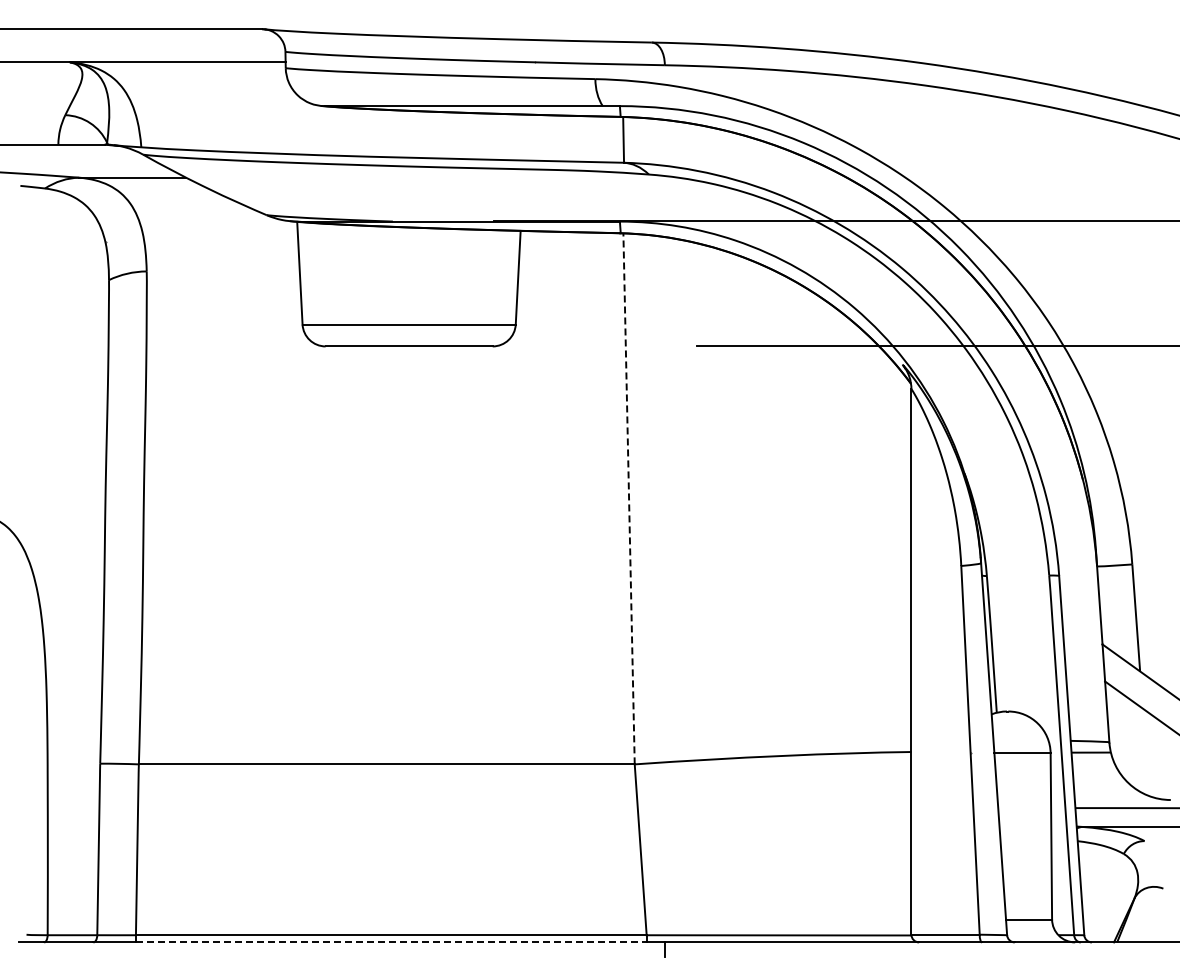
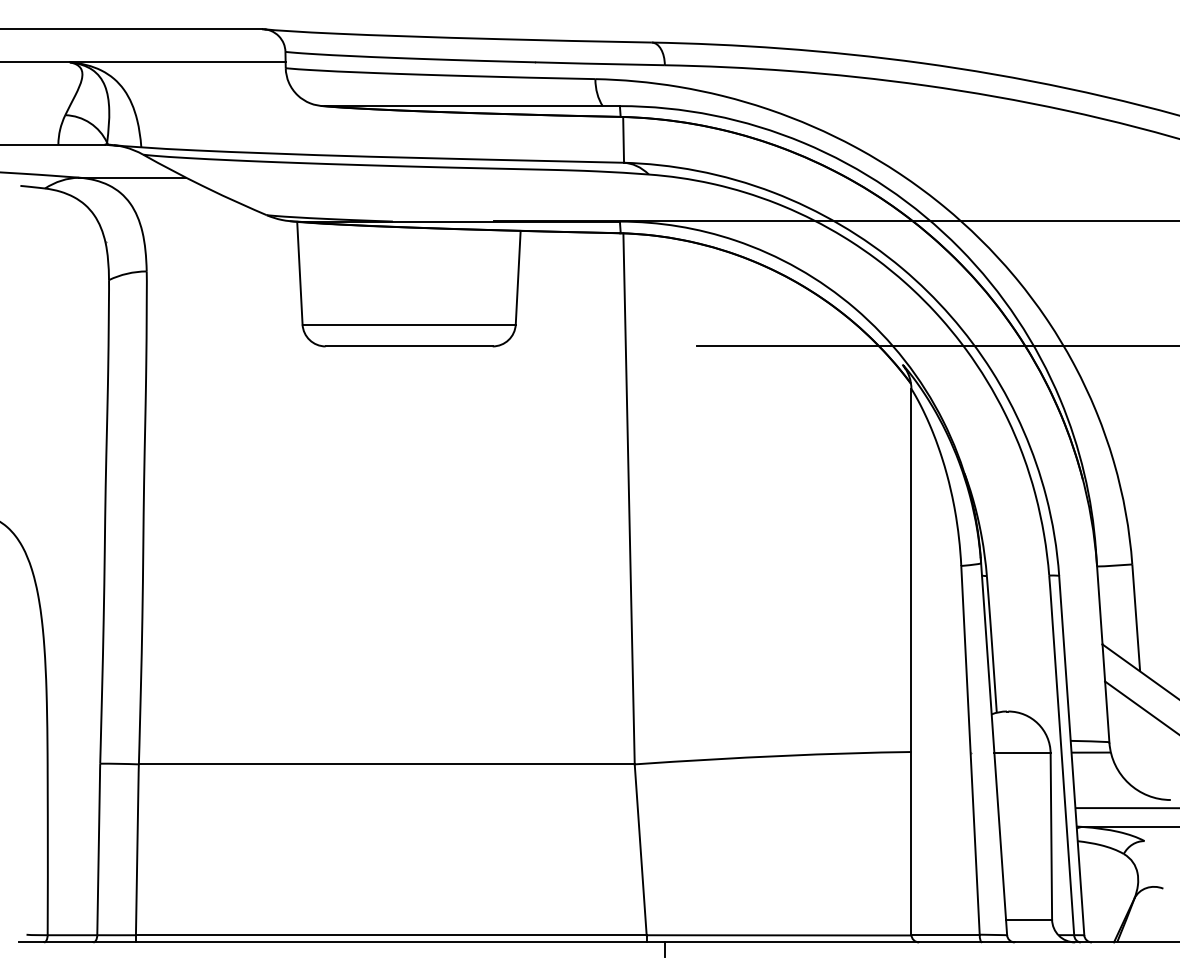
line at (629, 498): dashed -> solid
line at (391, 942): dashed -> solid
